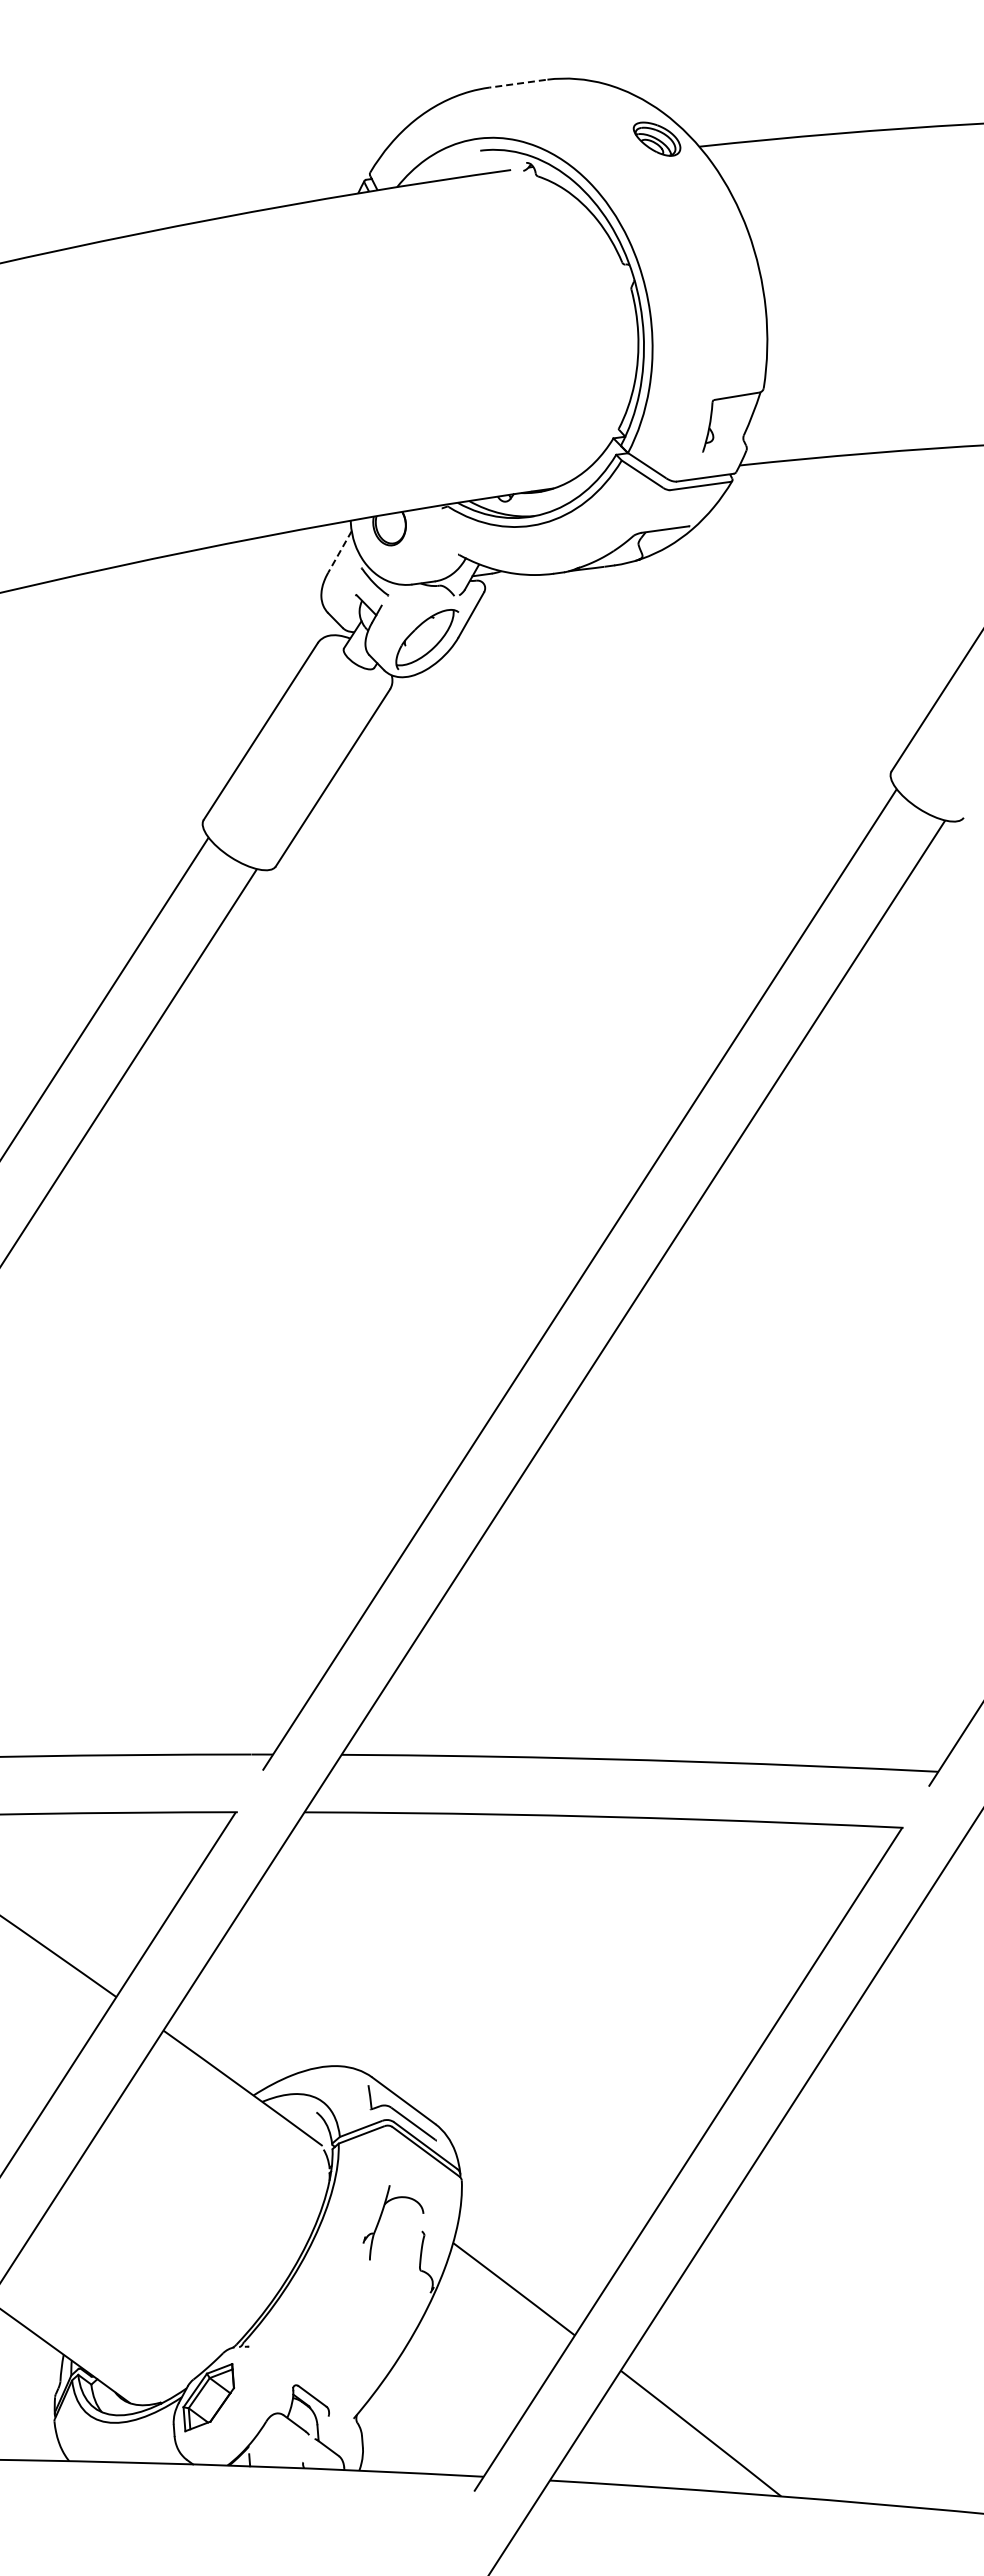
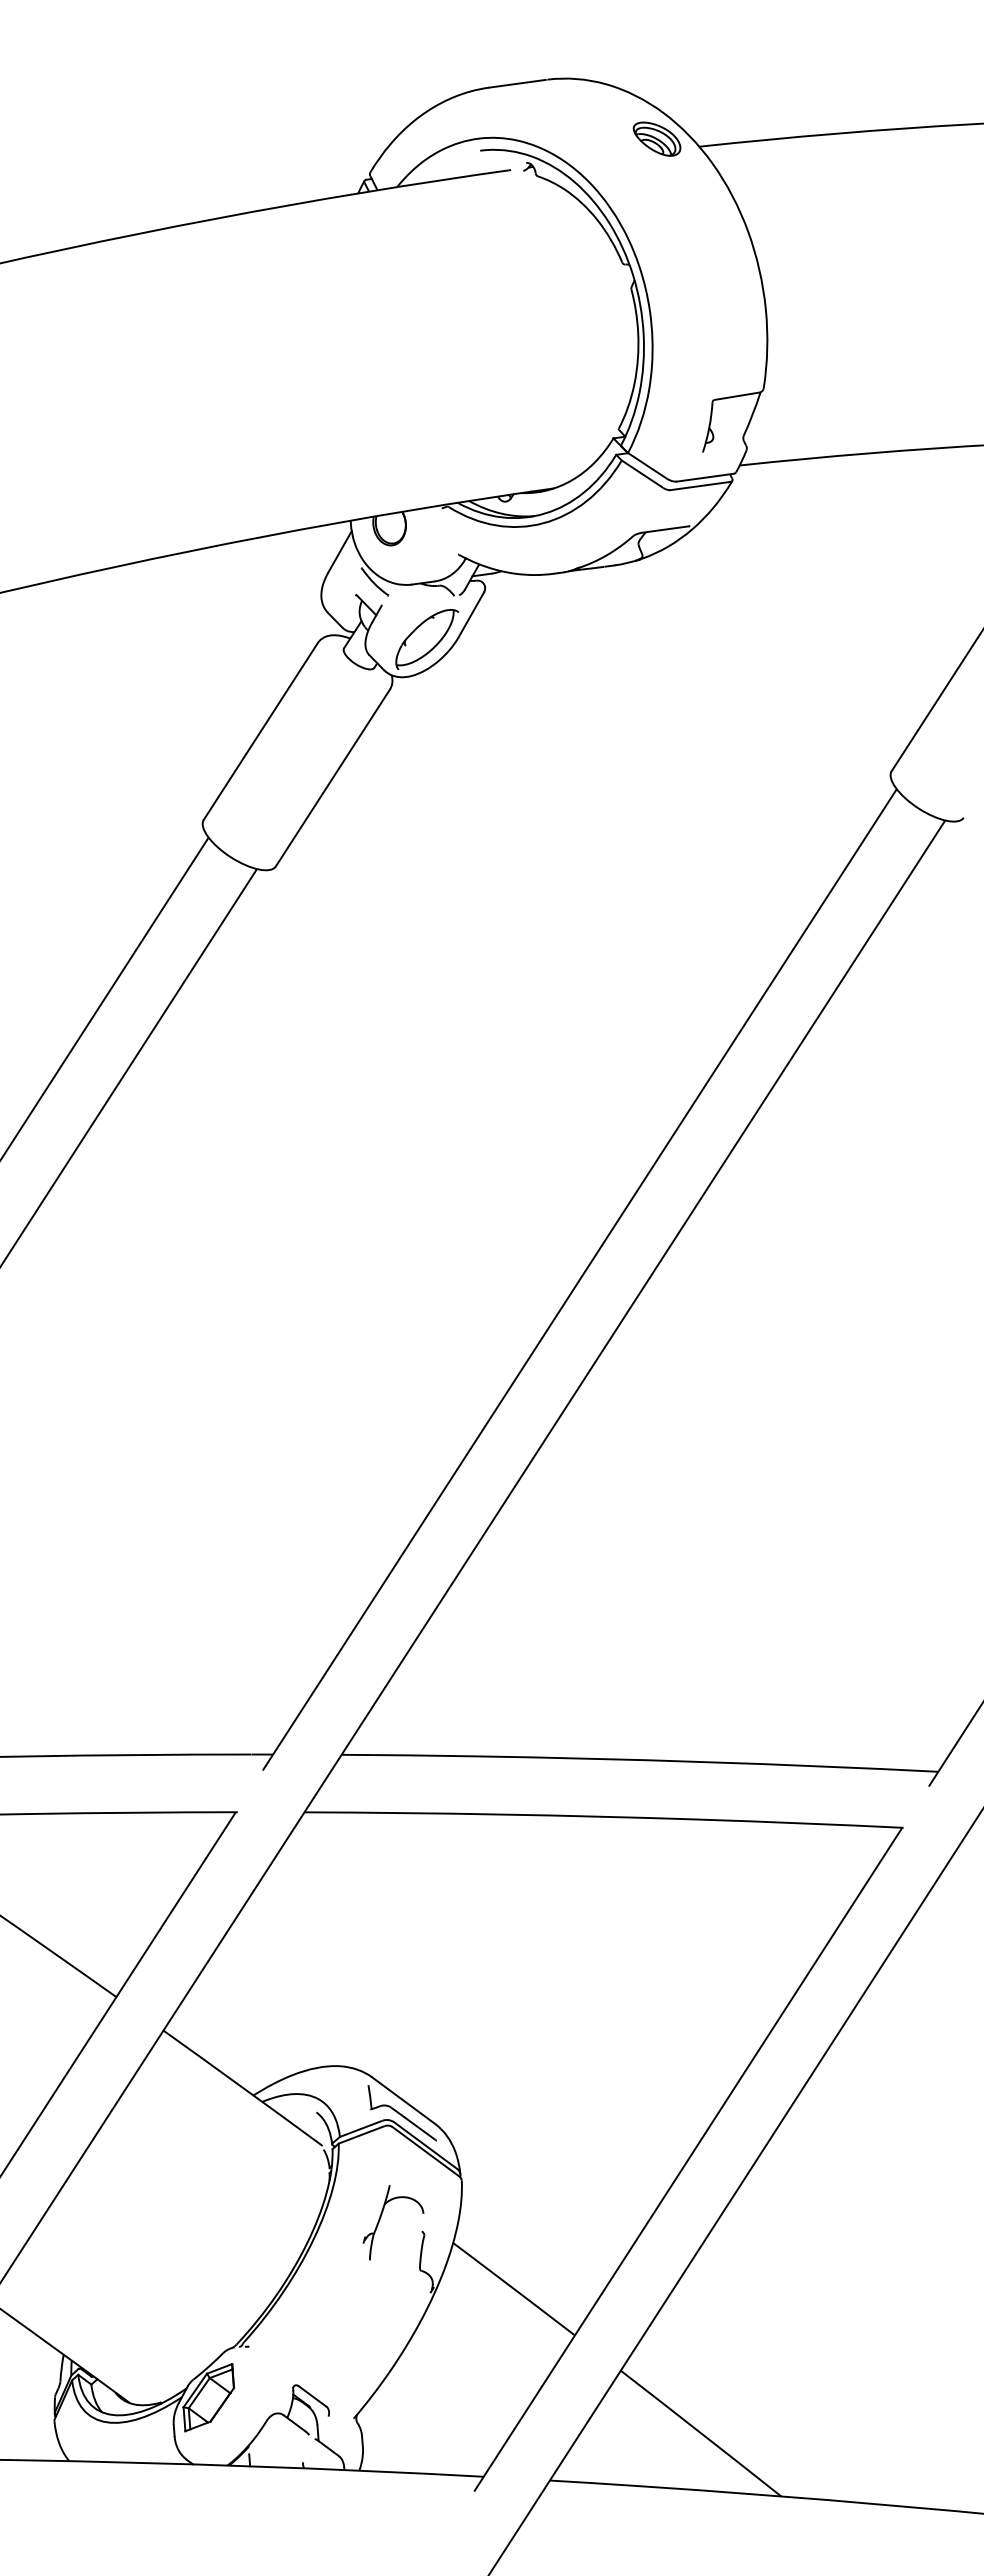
line at (517, 83): dashed -> solid
line at (339, 551): dashed -> solid
